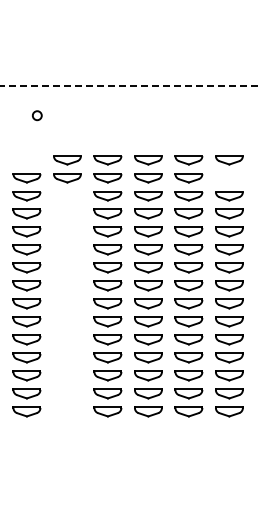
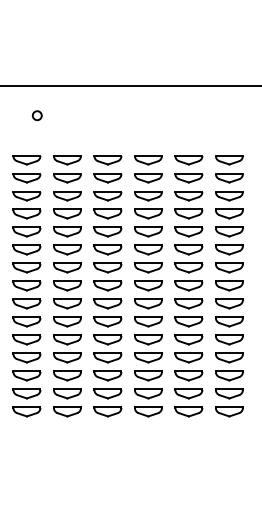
line at (130, 86): dashed -> solid
part at (26, 160): none -> present
part at (229, 178): none -> present
part at (67, 304): none -> present
